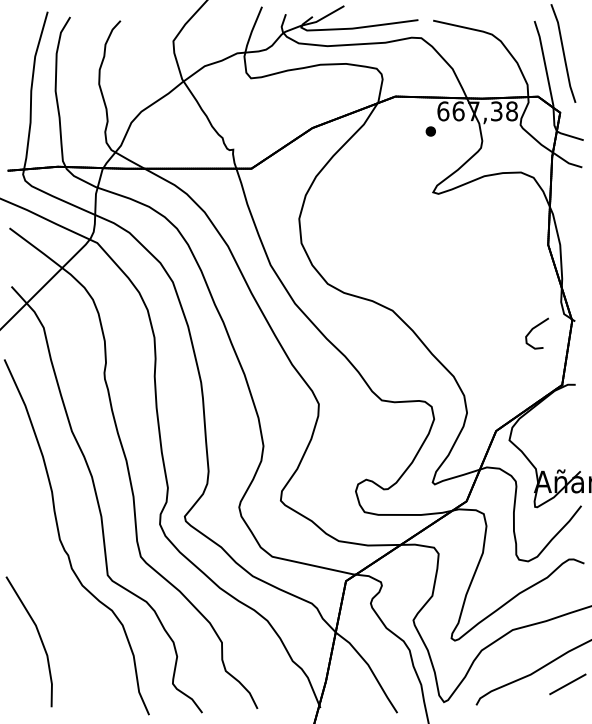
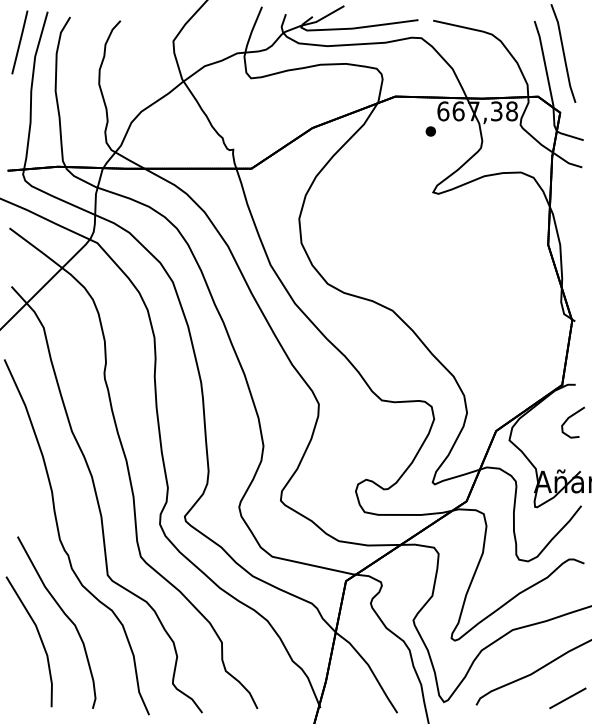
line at (19, 42): none -> present
curve at (533, 329) position: (533, 329) -> (569, 418)
part at (66, 617): none -> present
line at (567, 684) position: (567, 684) -> (567, 698)
